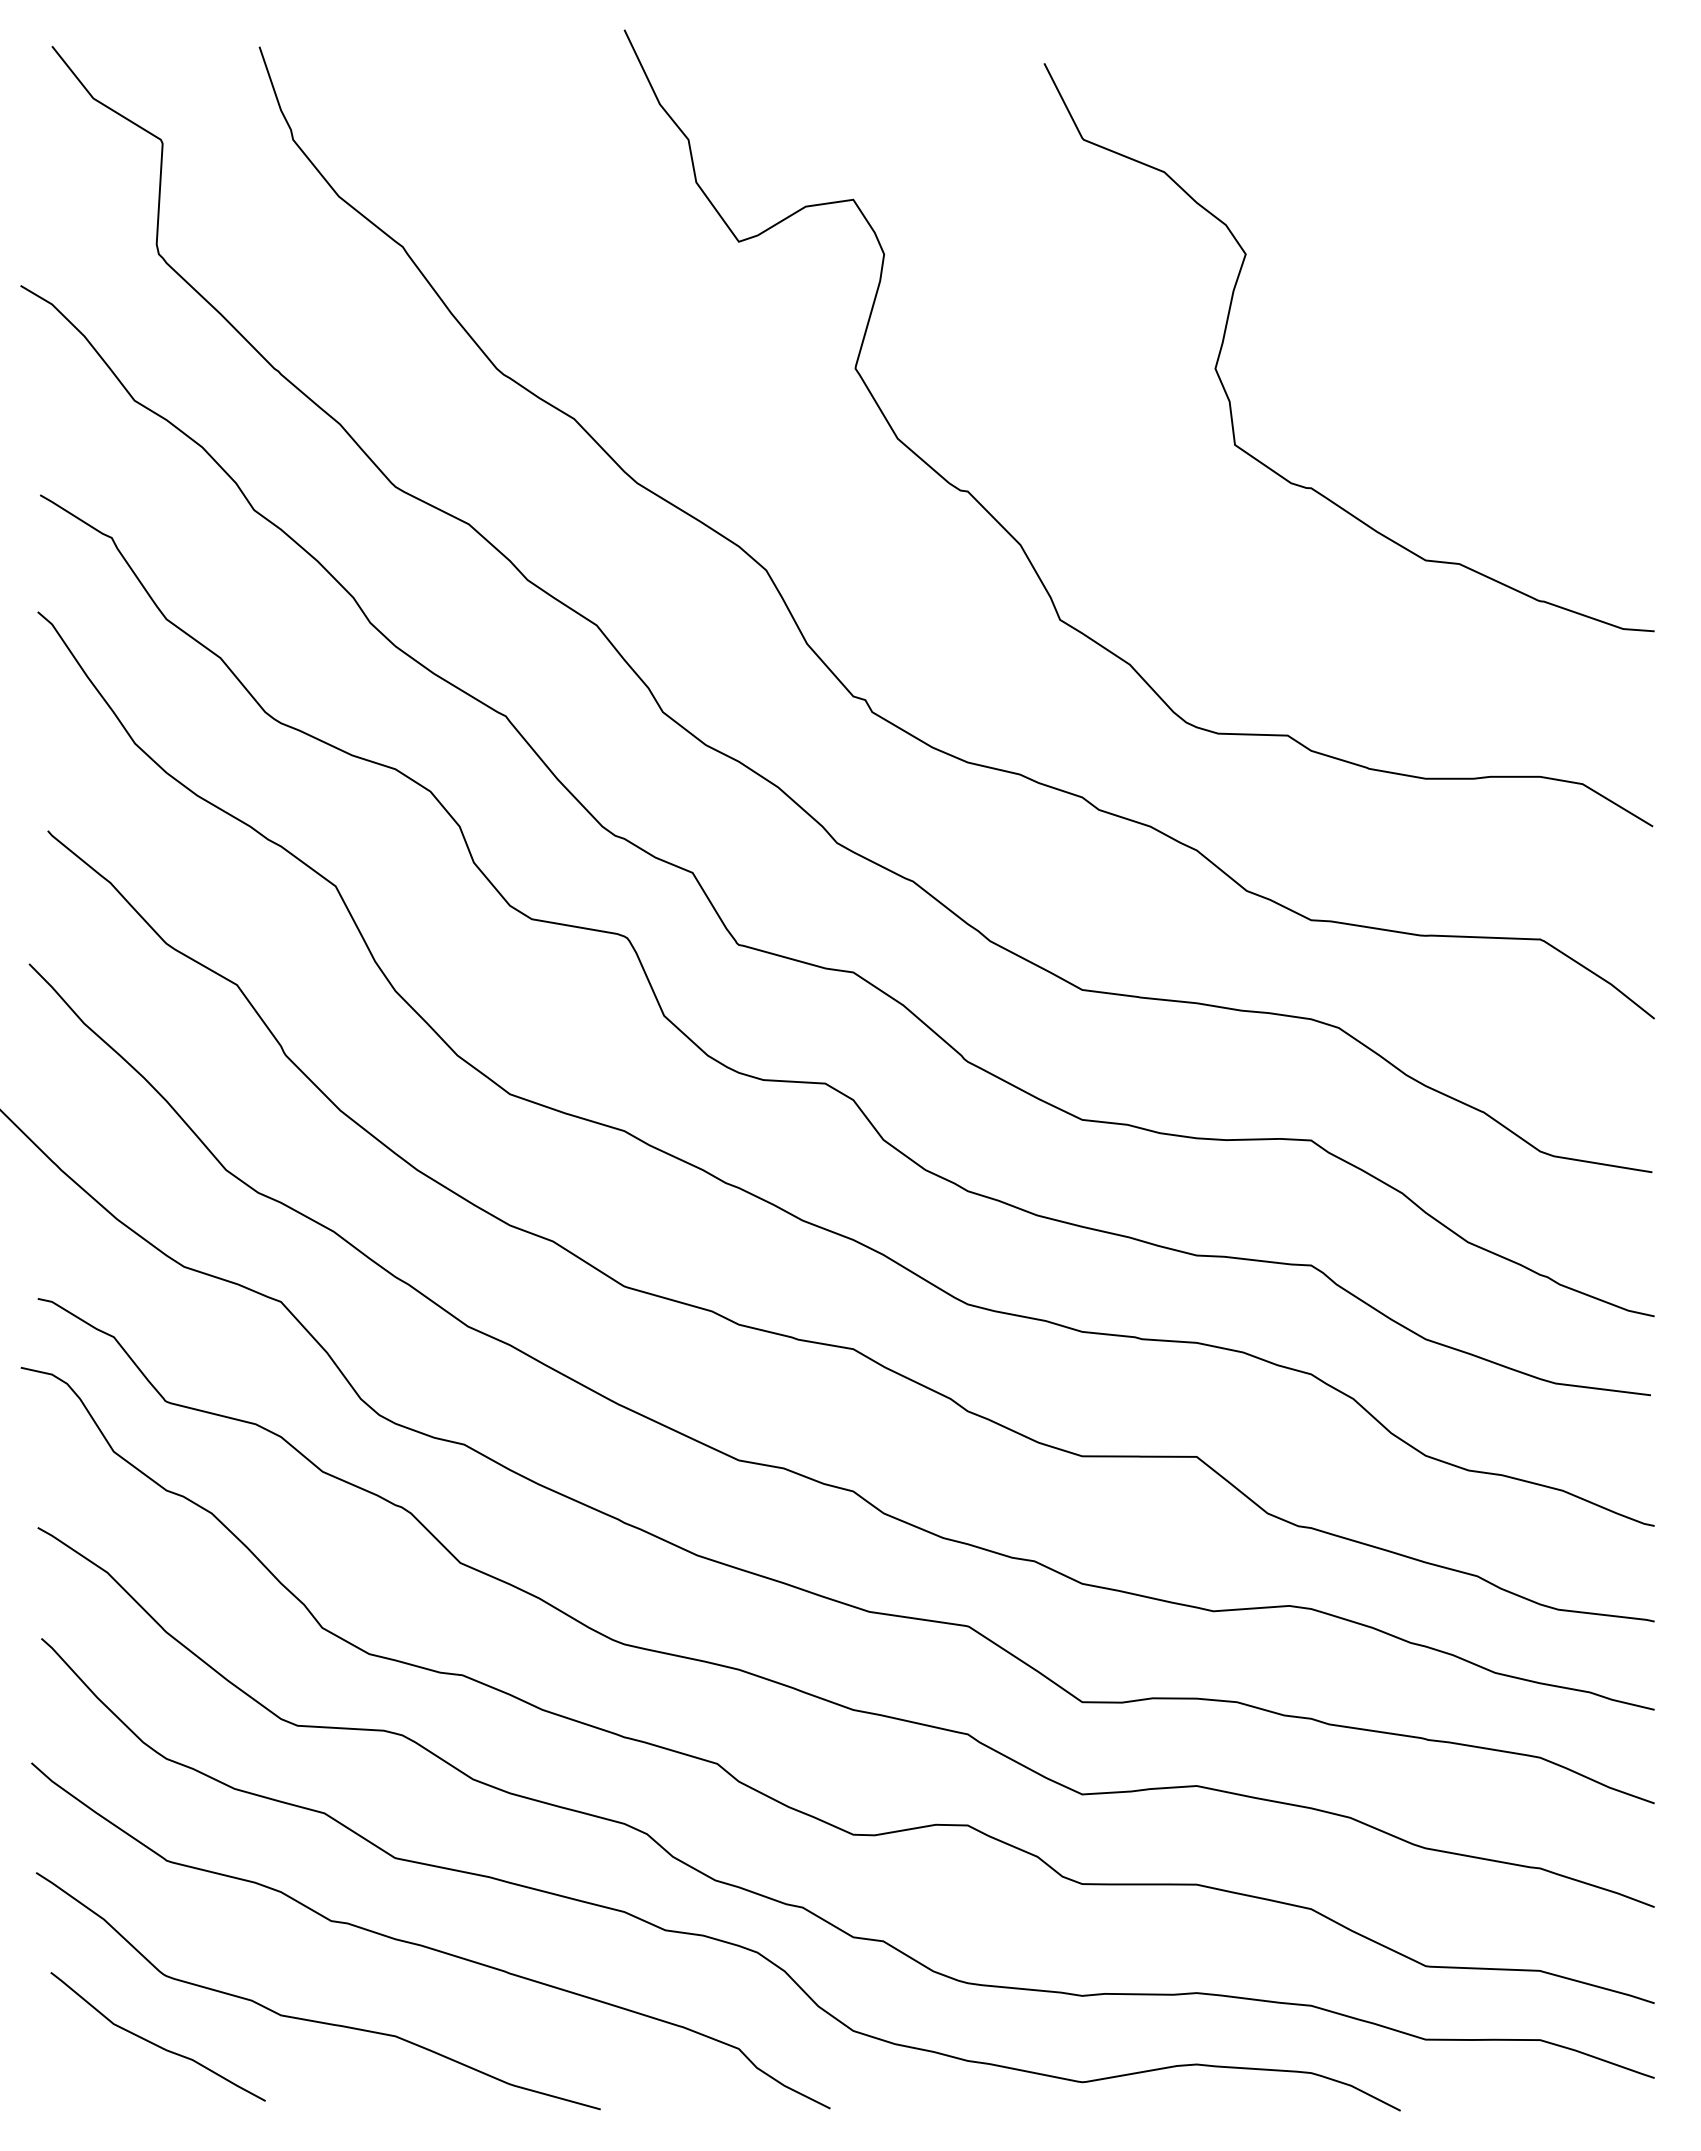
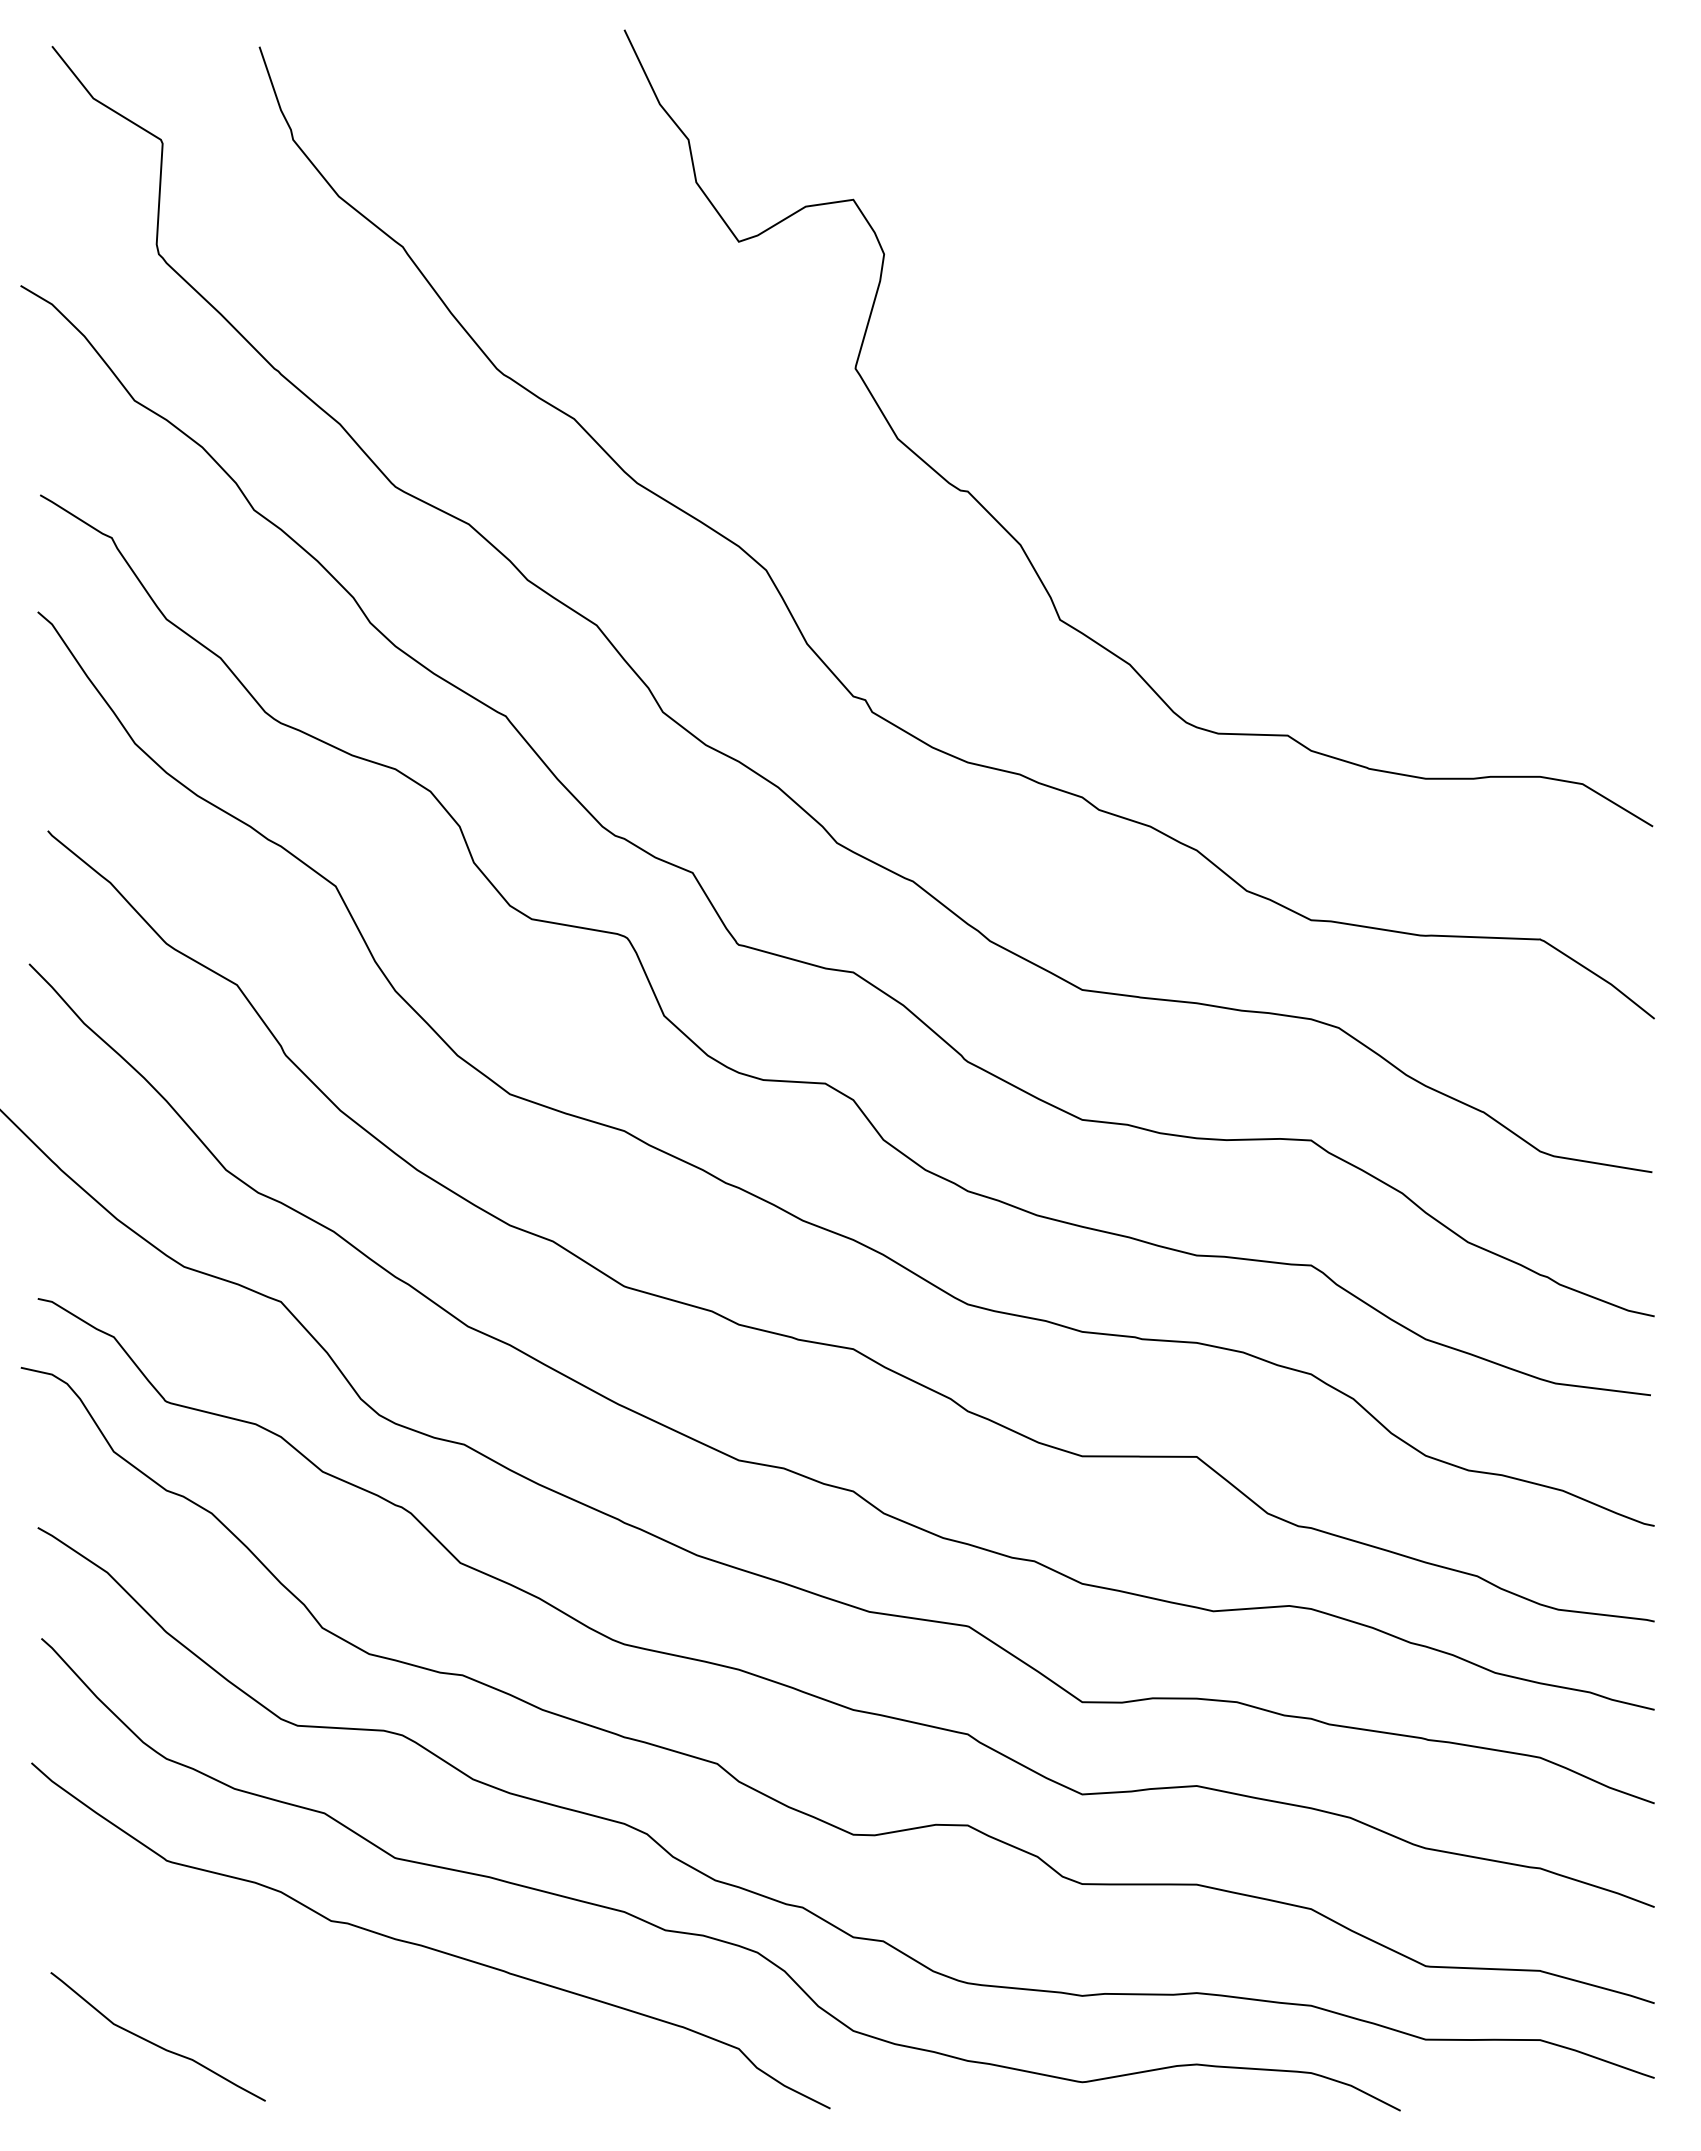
curve at (1228, 321): present -> none
curve at (311, 2019): present -> none
